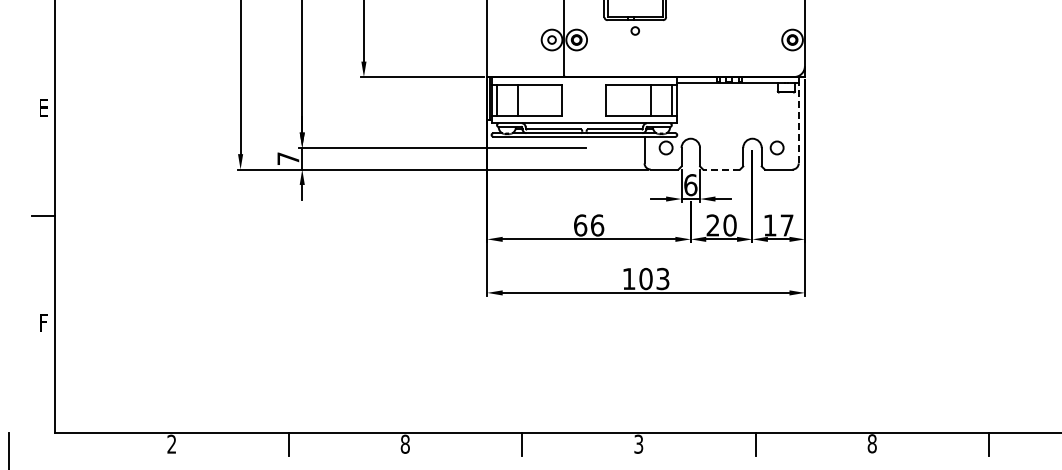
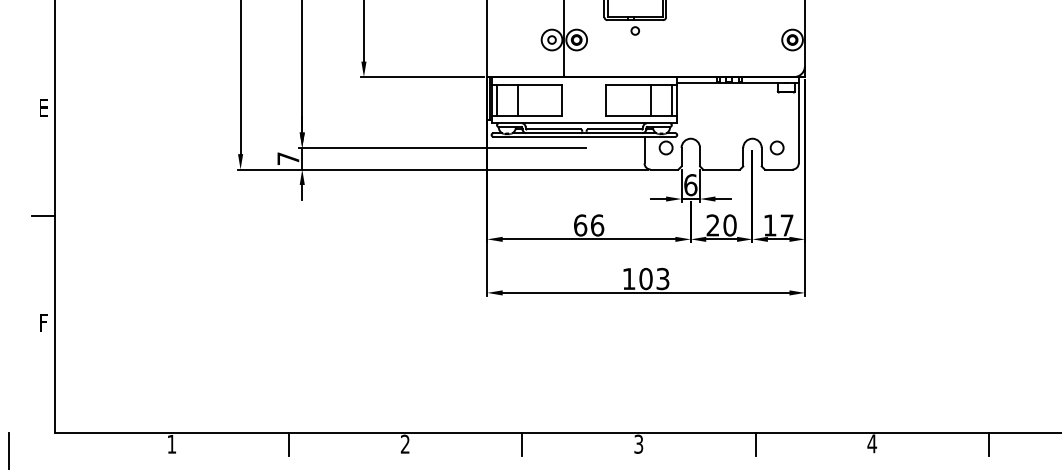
line at (798, 122): dashed -> solid
line at (721, 169): dashed -> solid
text at (171, 443): 2 -> 1
text at (404, 443): 8 -> 2
text at (872, 443): 8 -> 4
